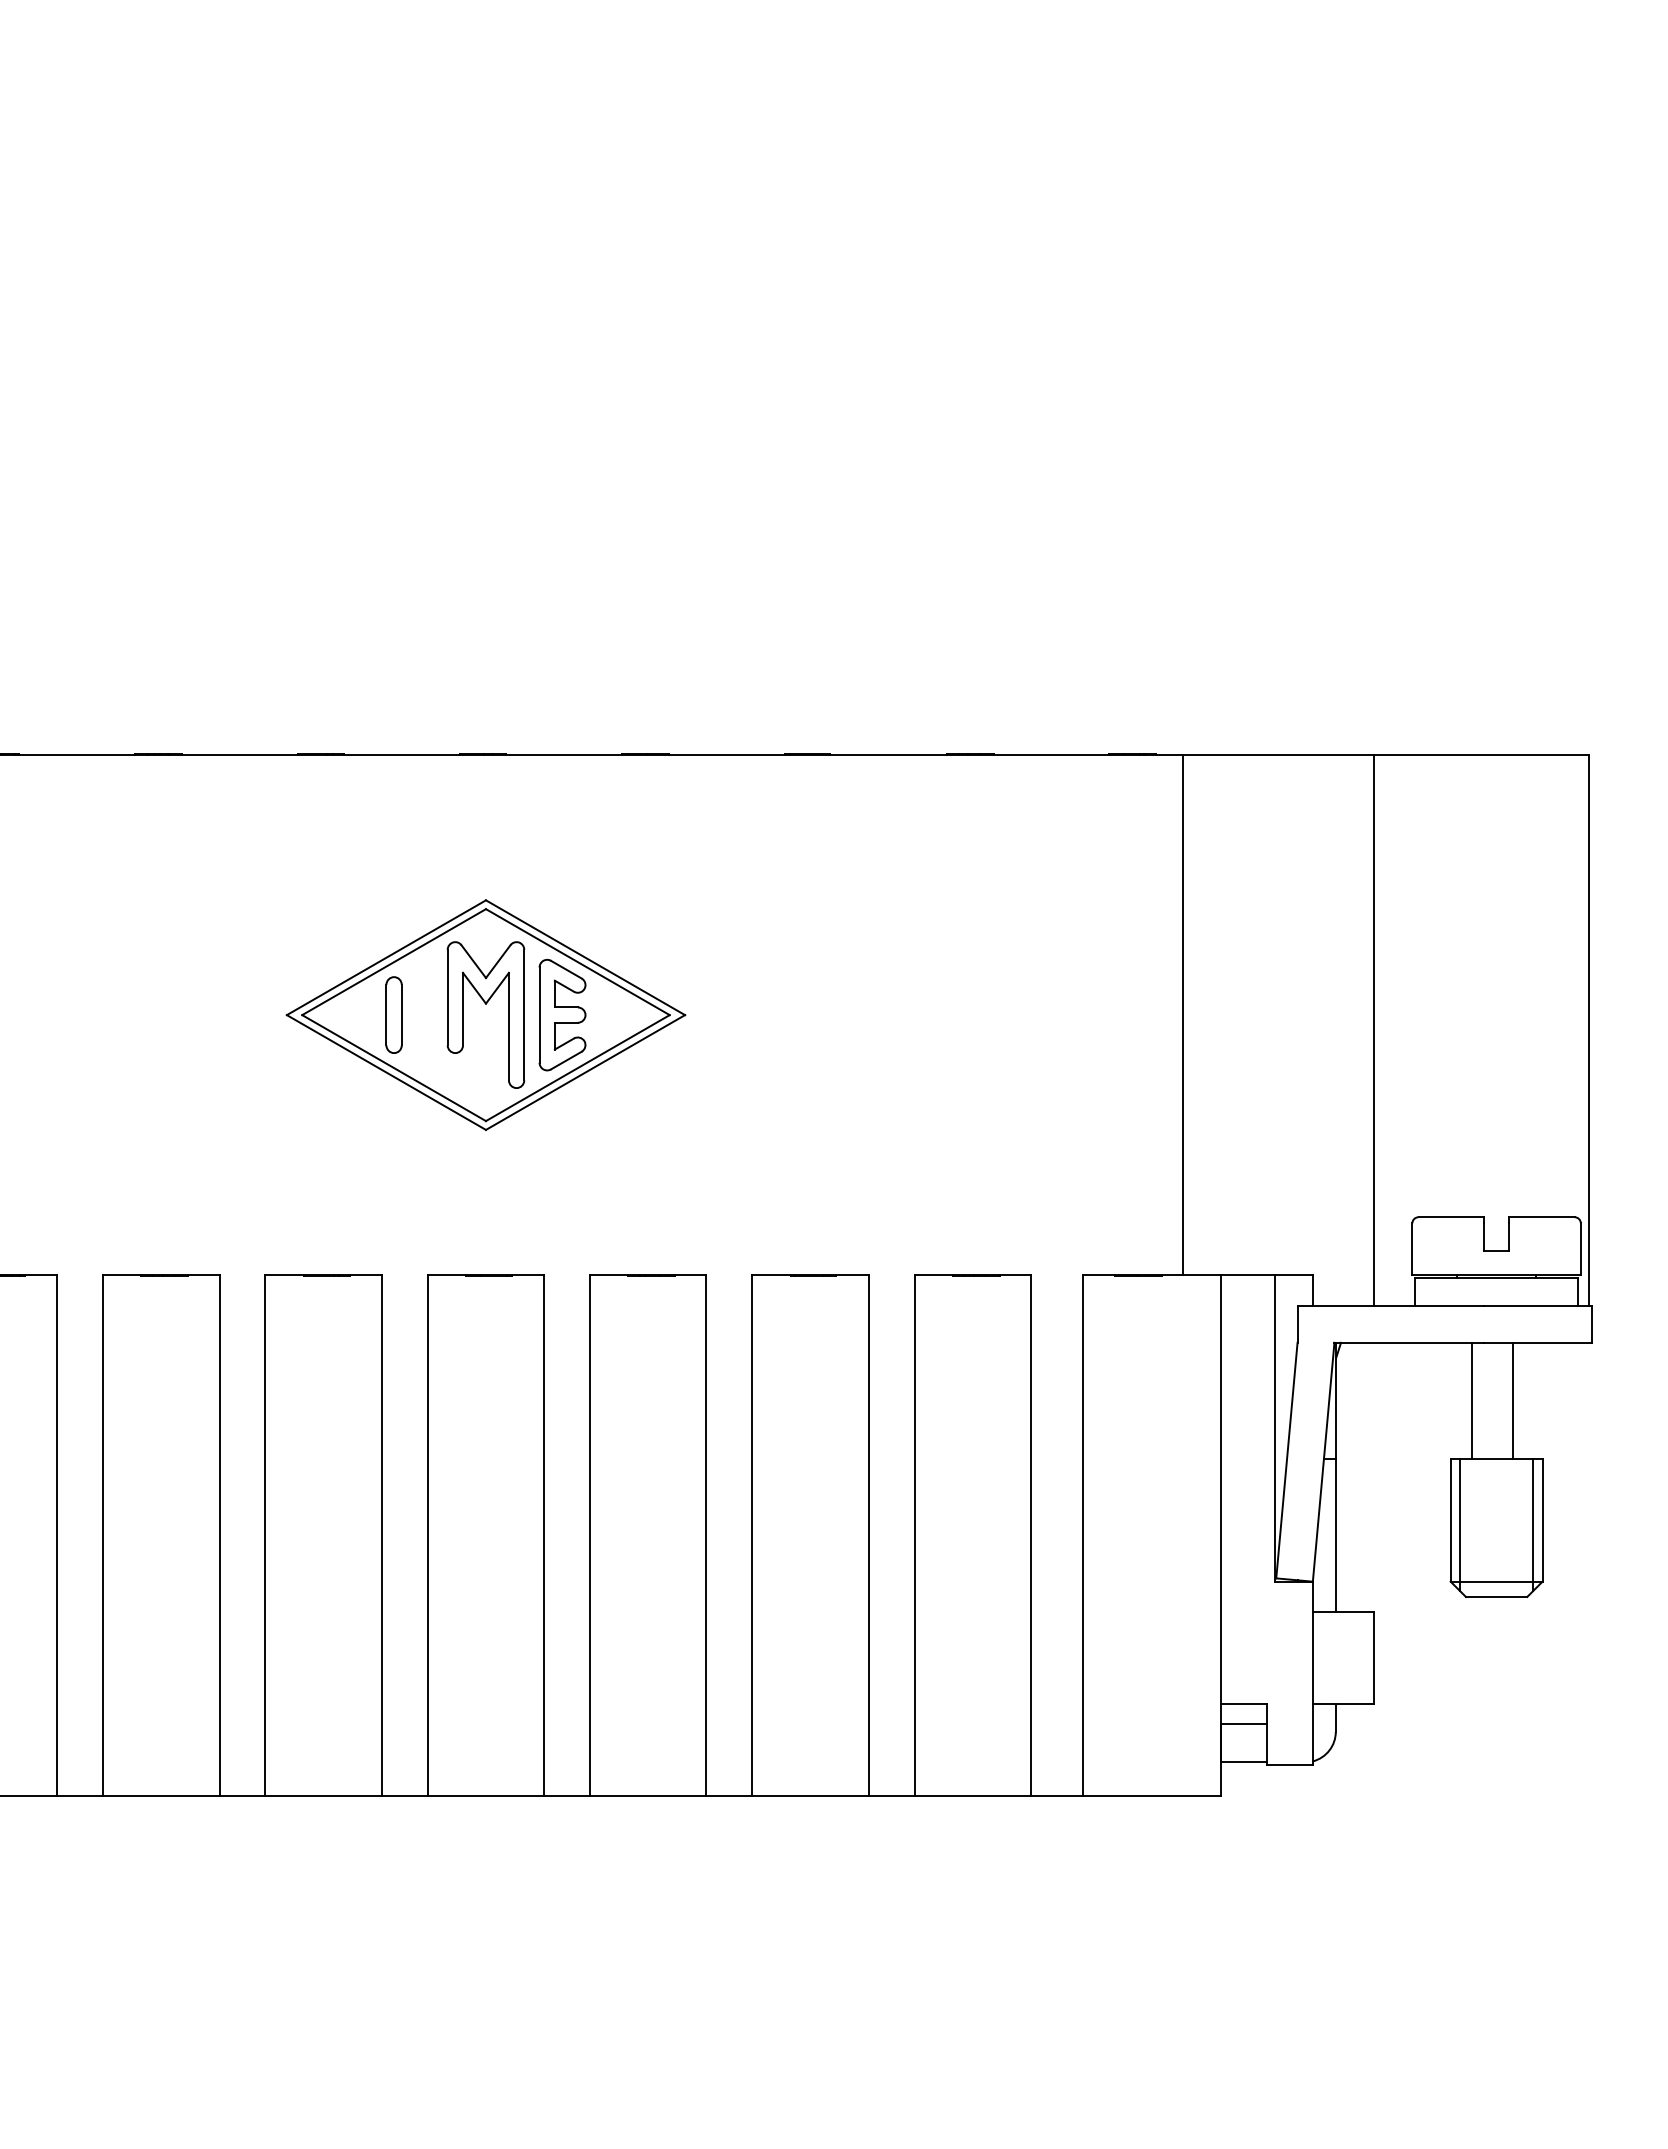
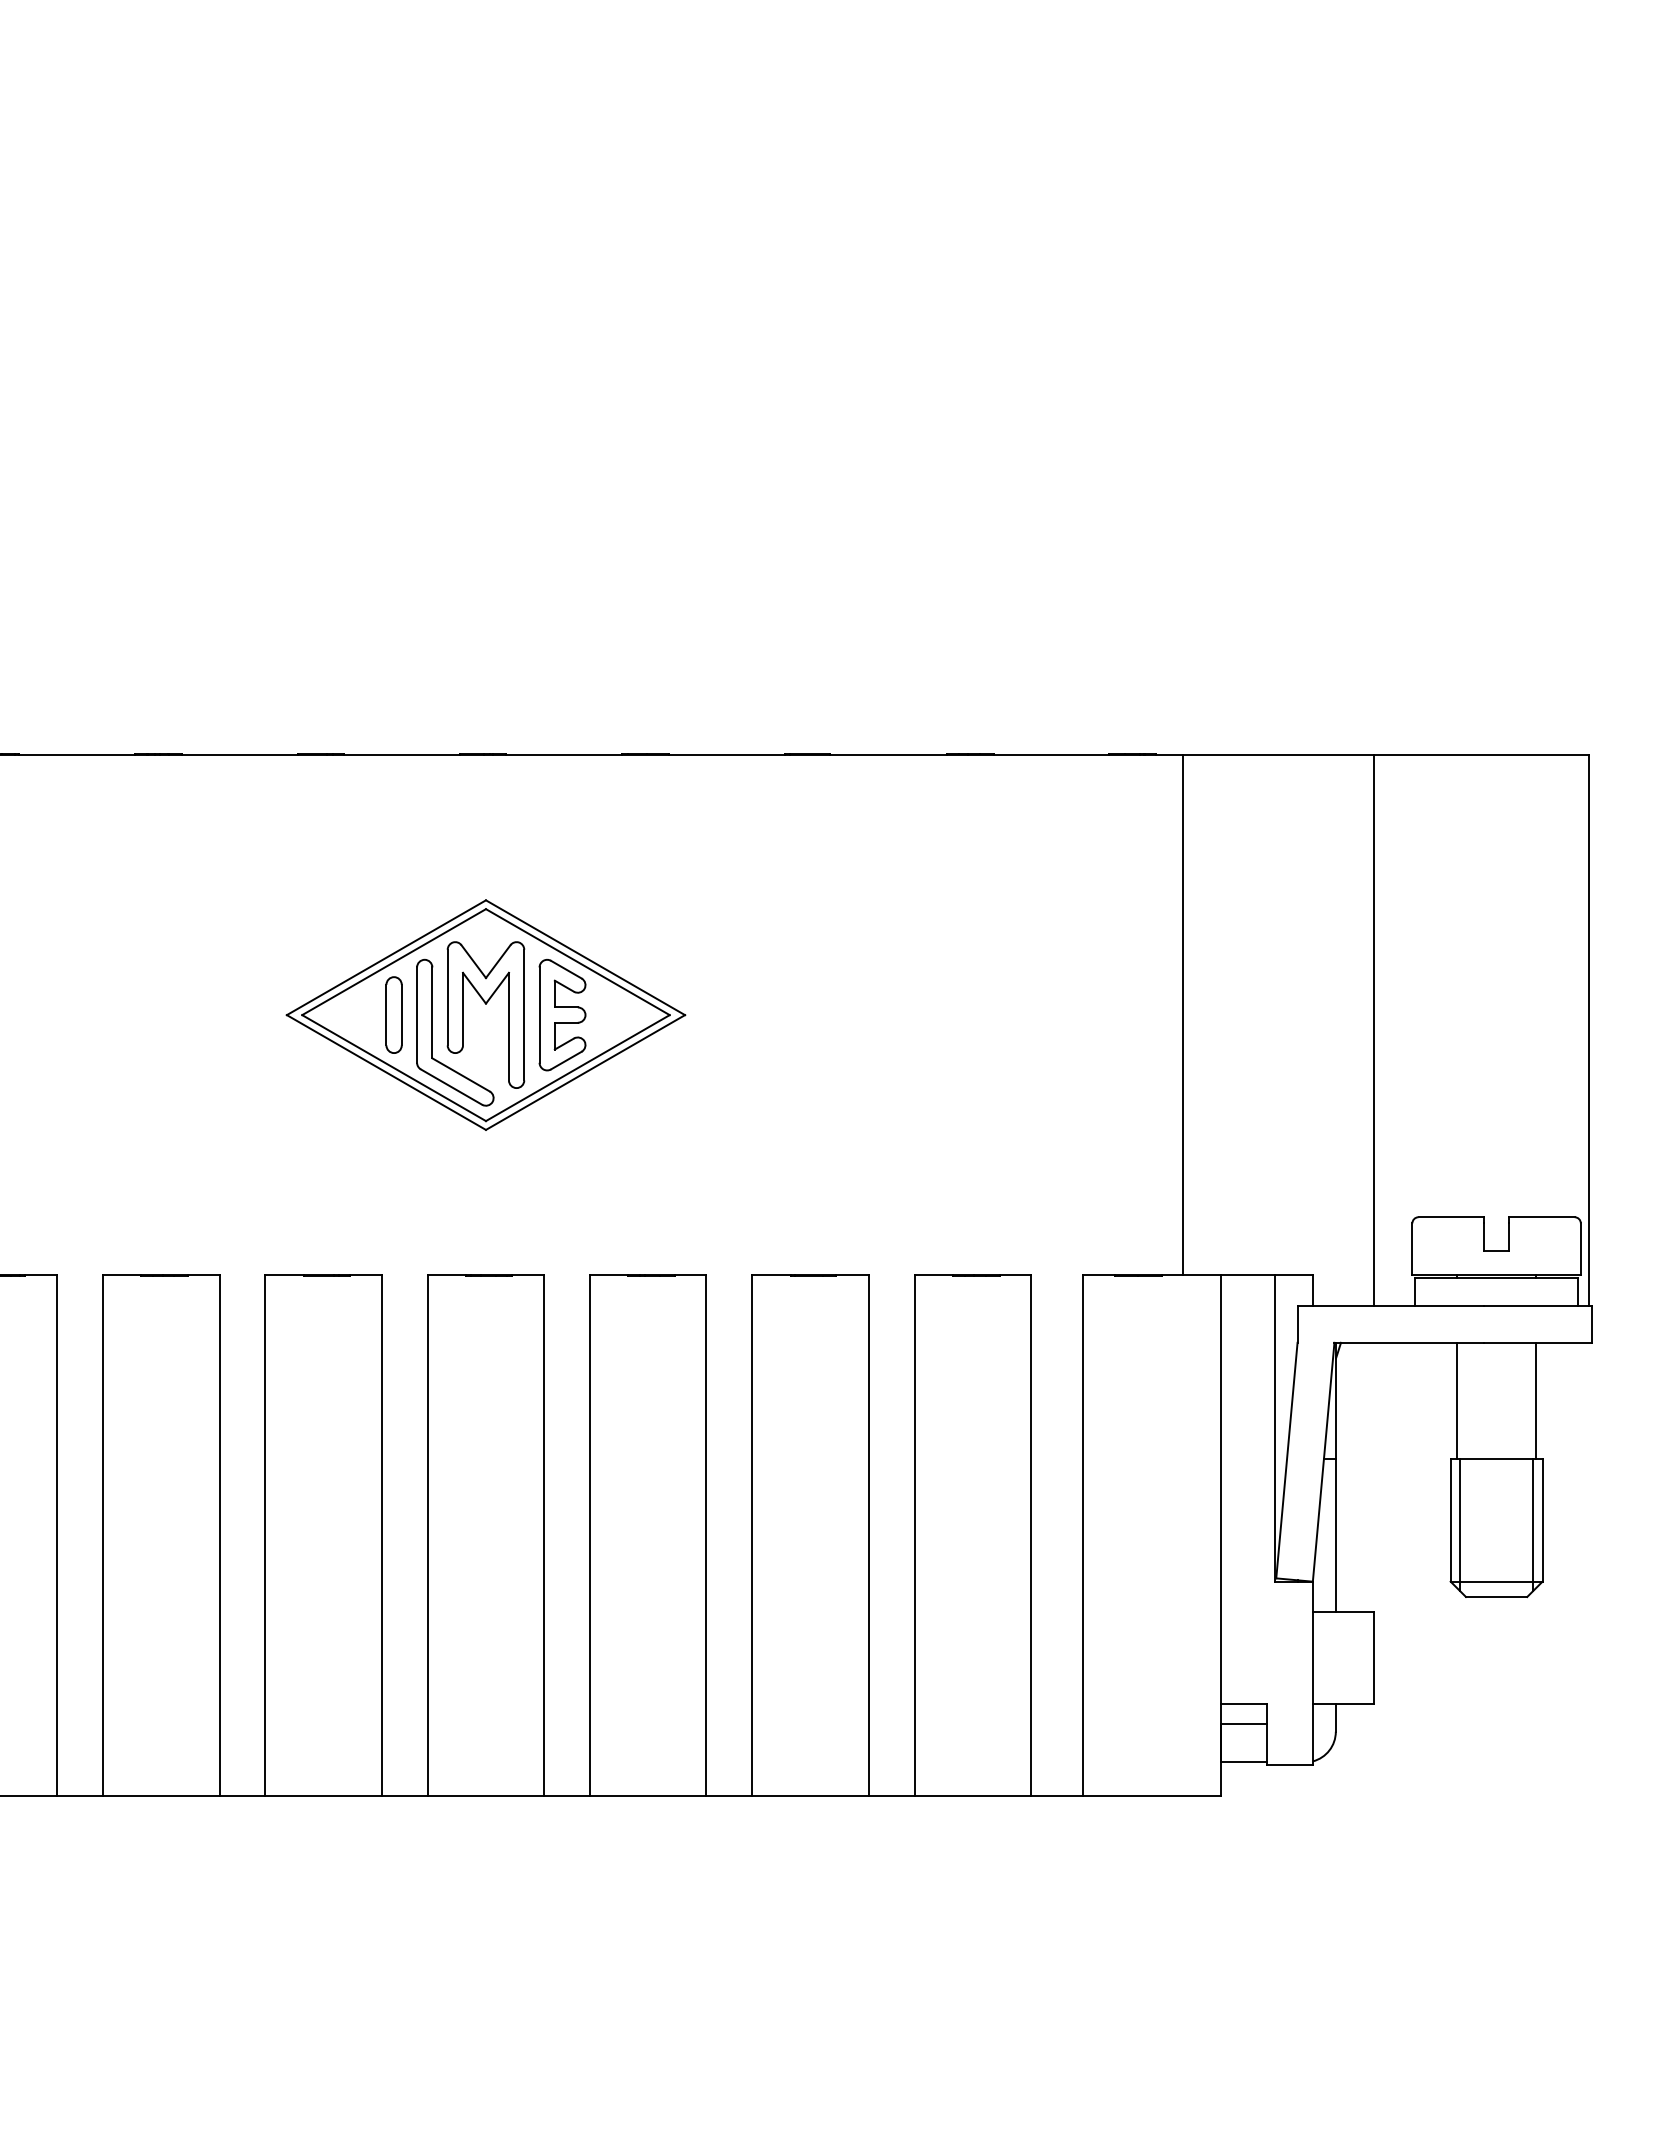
part at (432, 1032): none -> present
line at (1471, 1400) position: (1471, 1400) -> (1456, 1400)
line at (1513, 1400) position: (1513, 1400) -> (1536, 1400)
